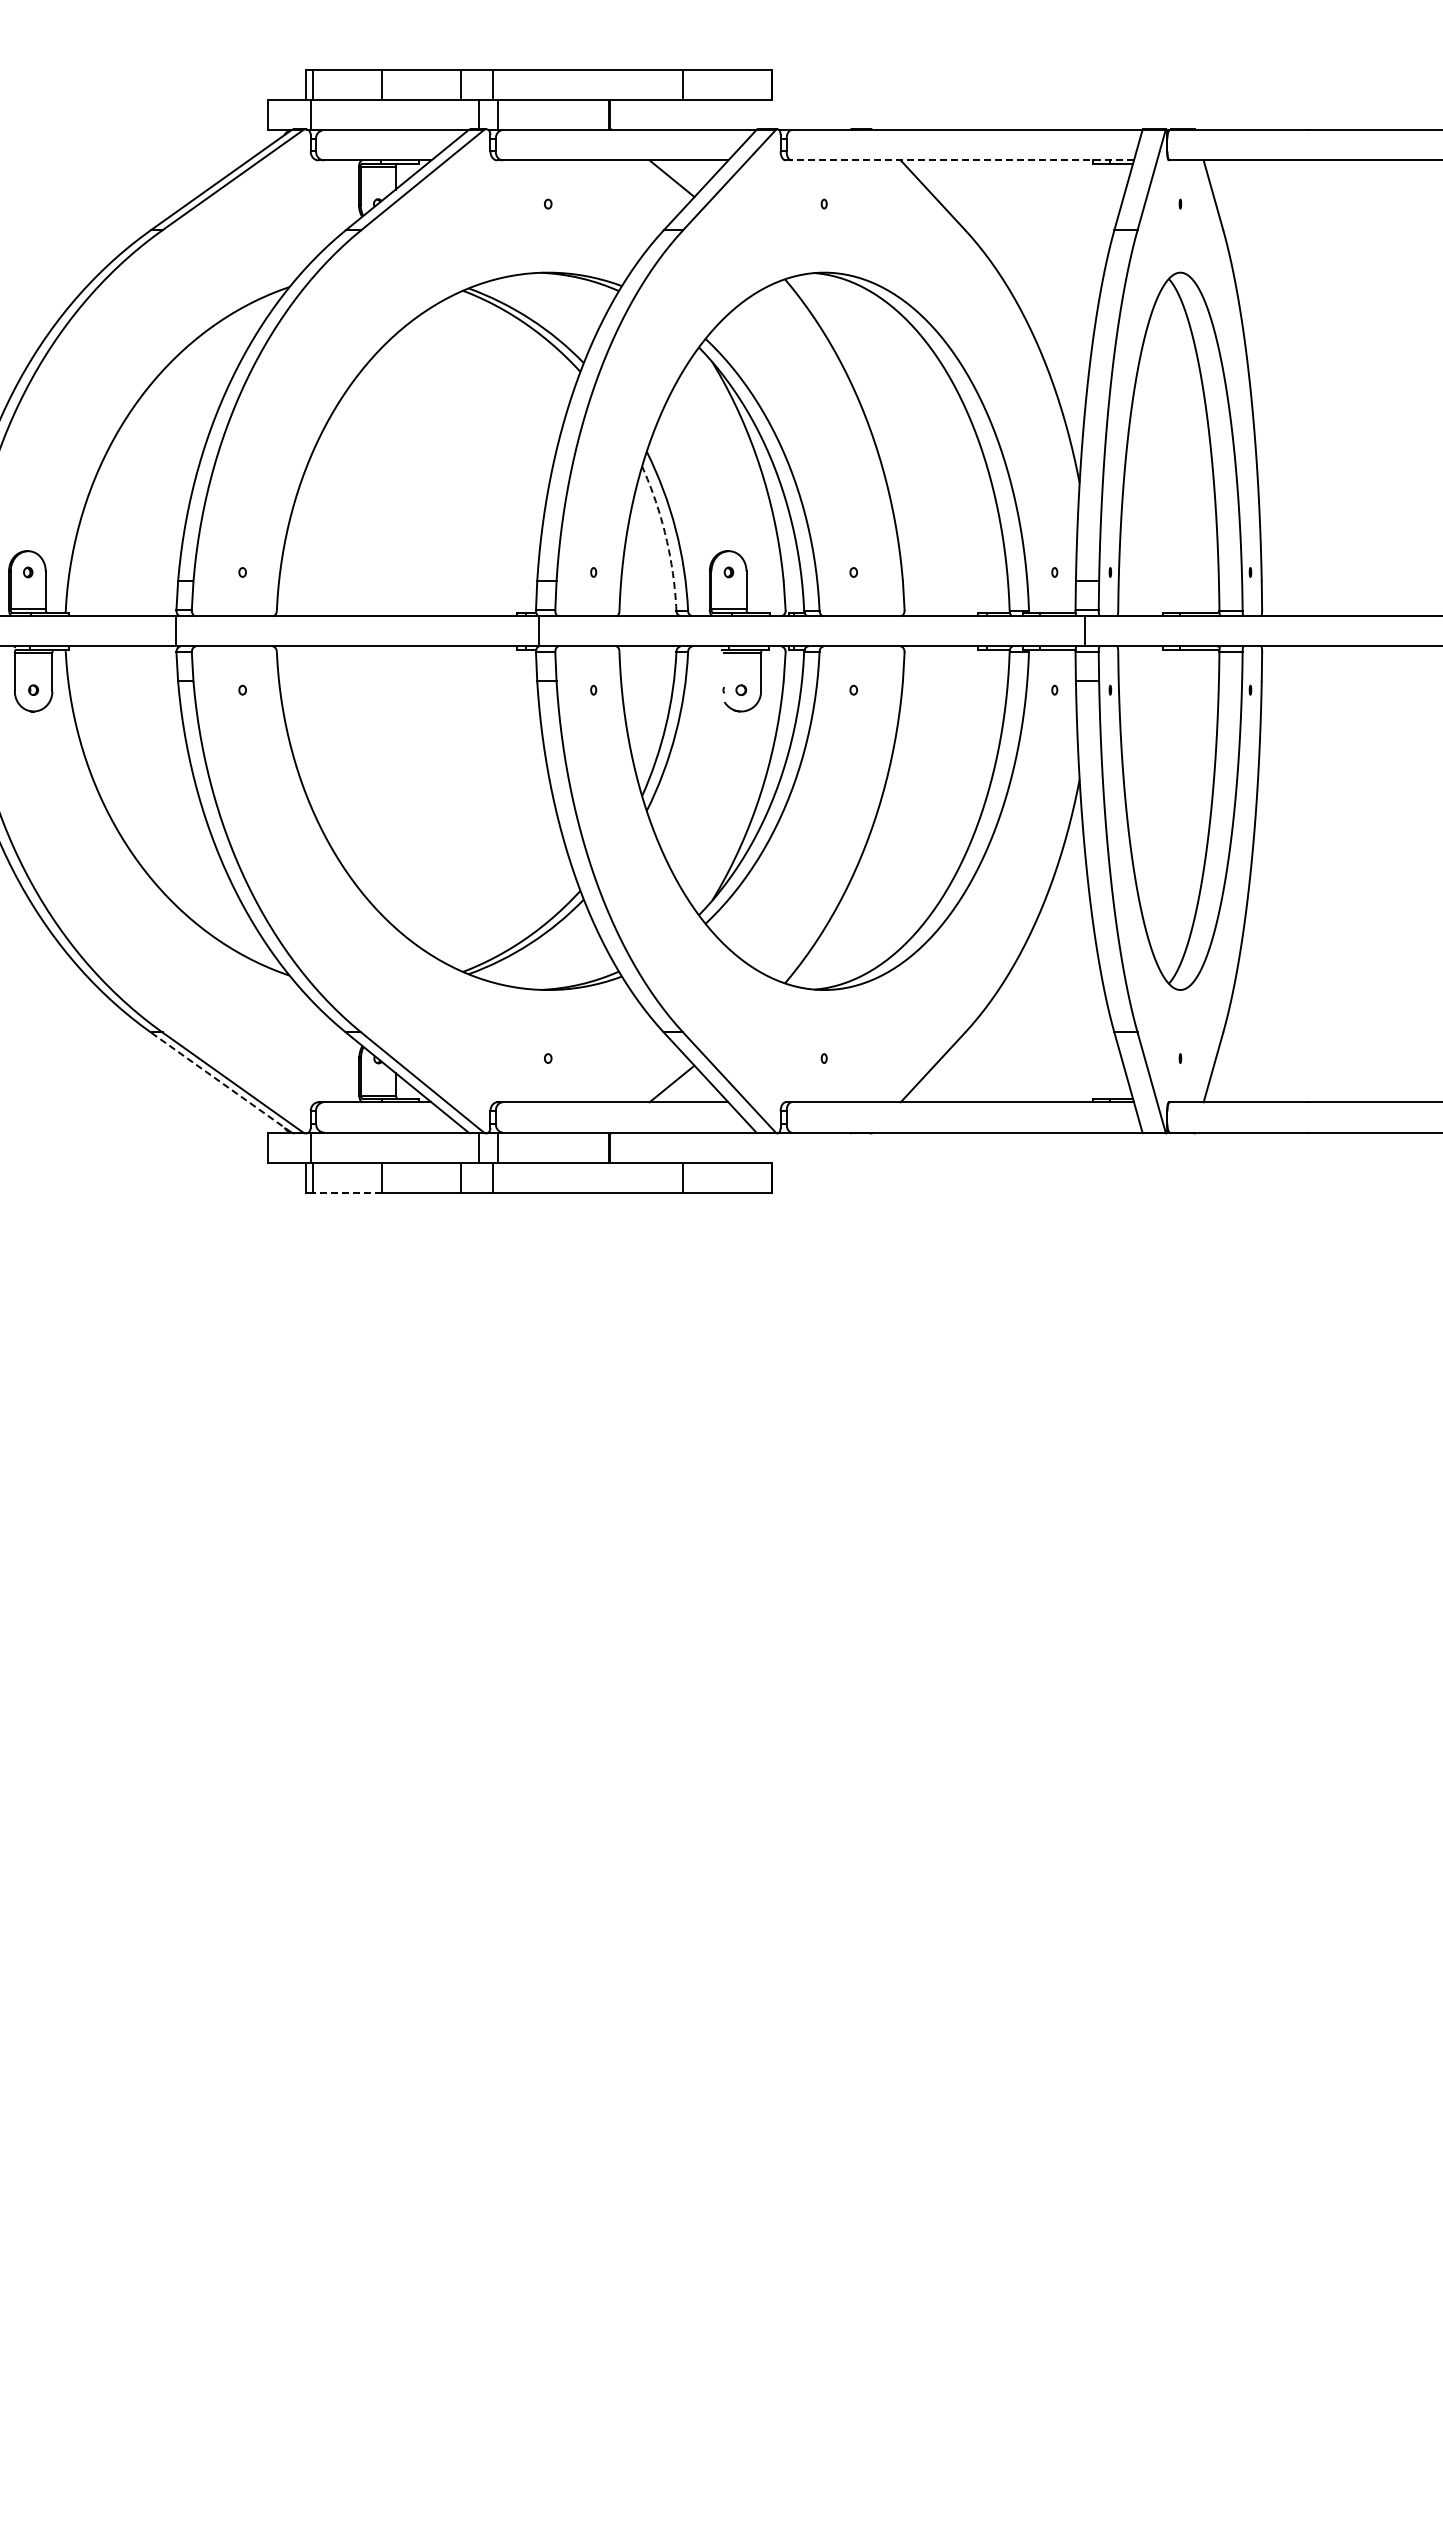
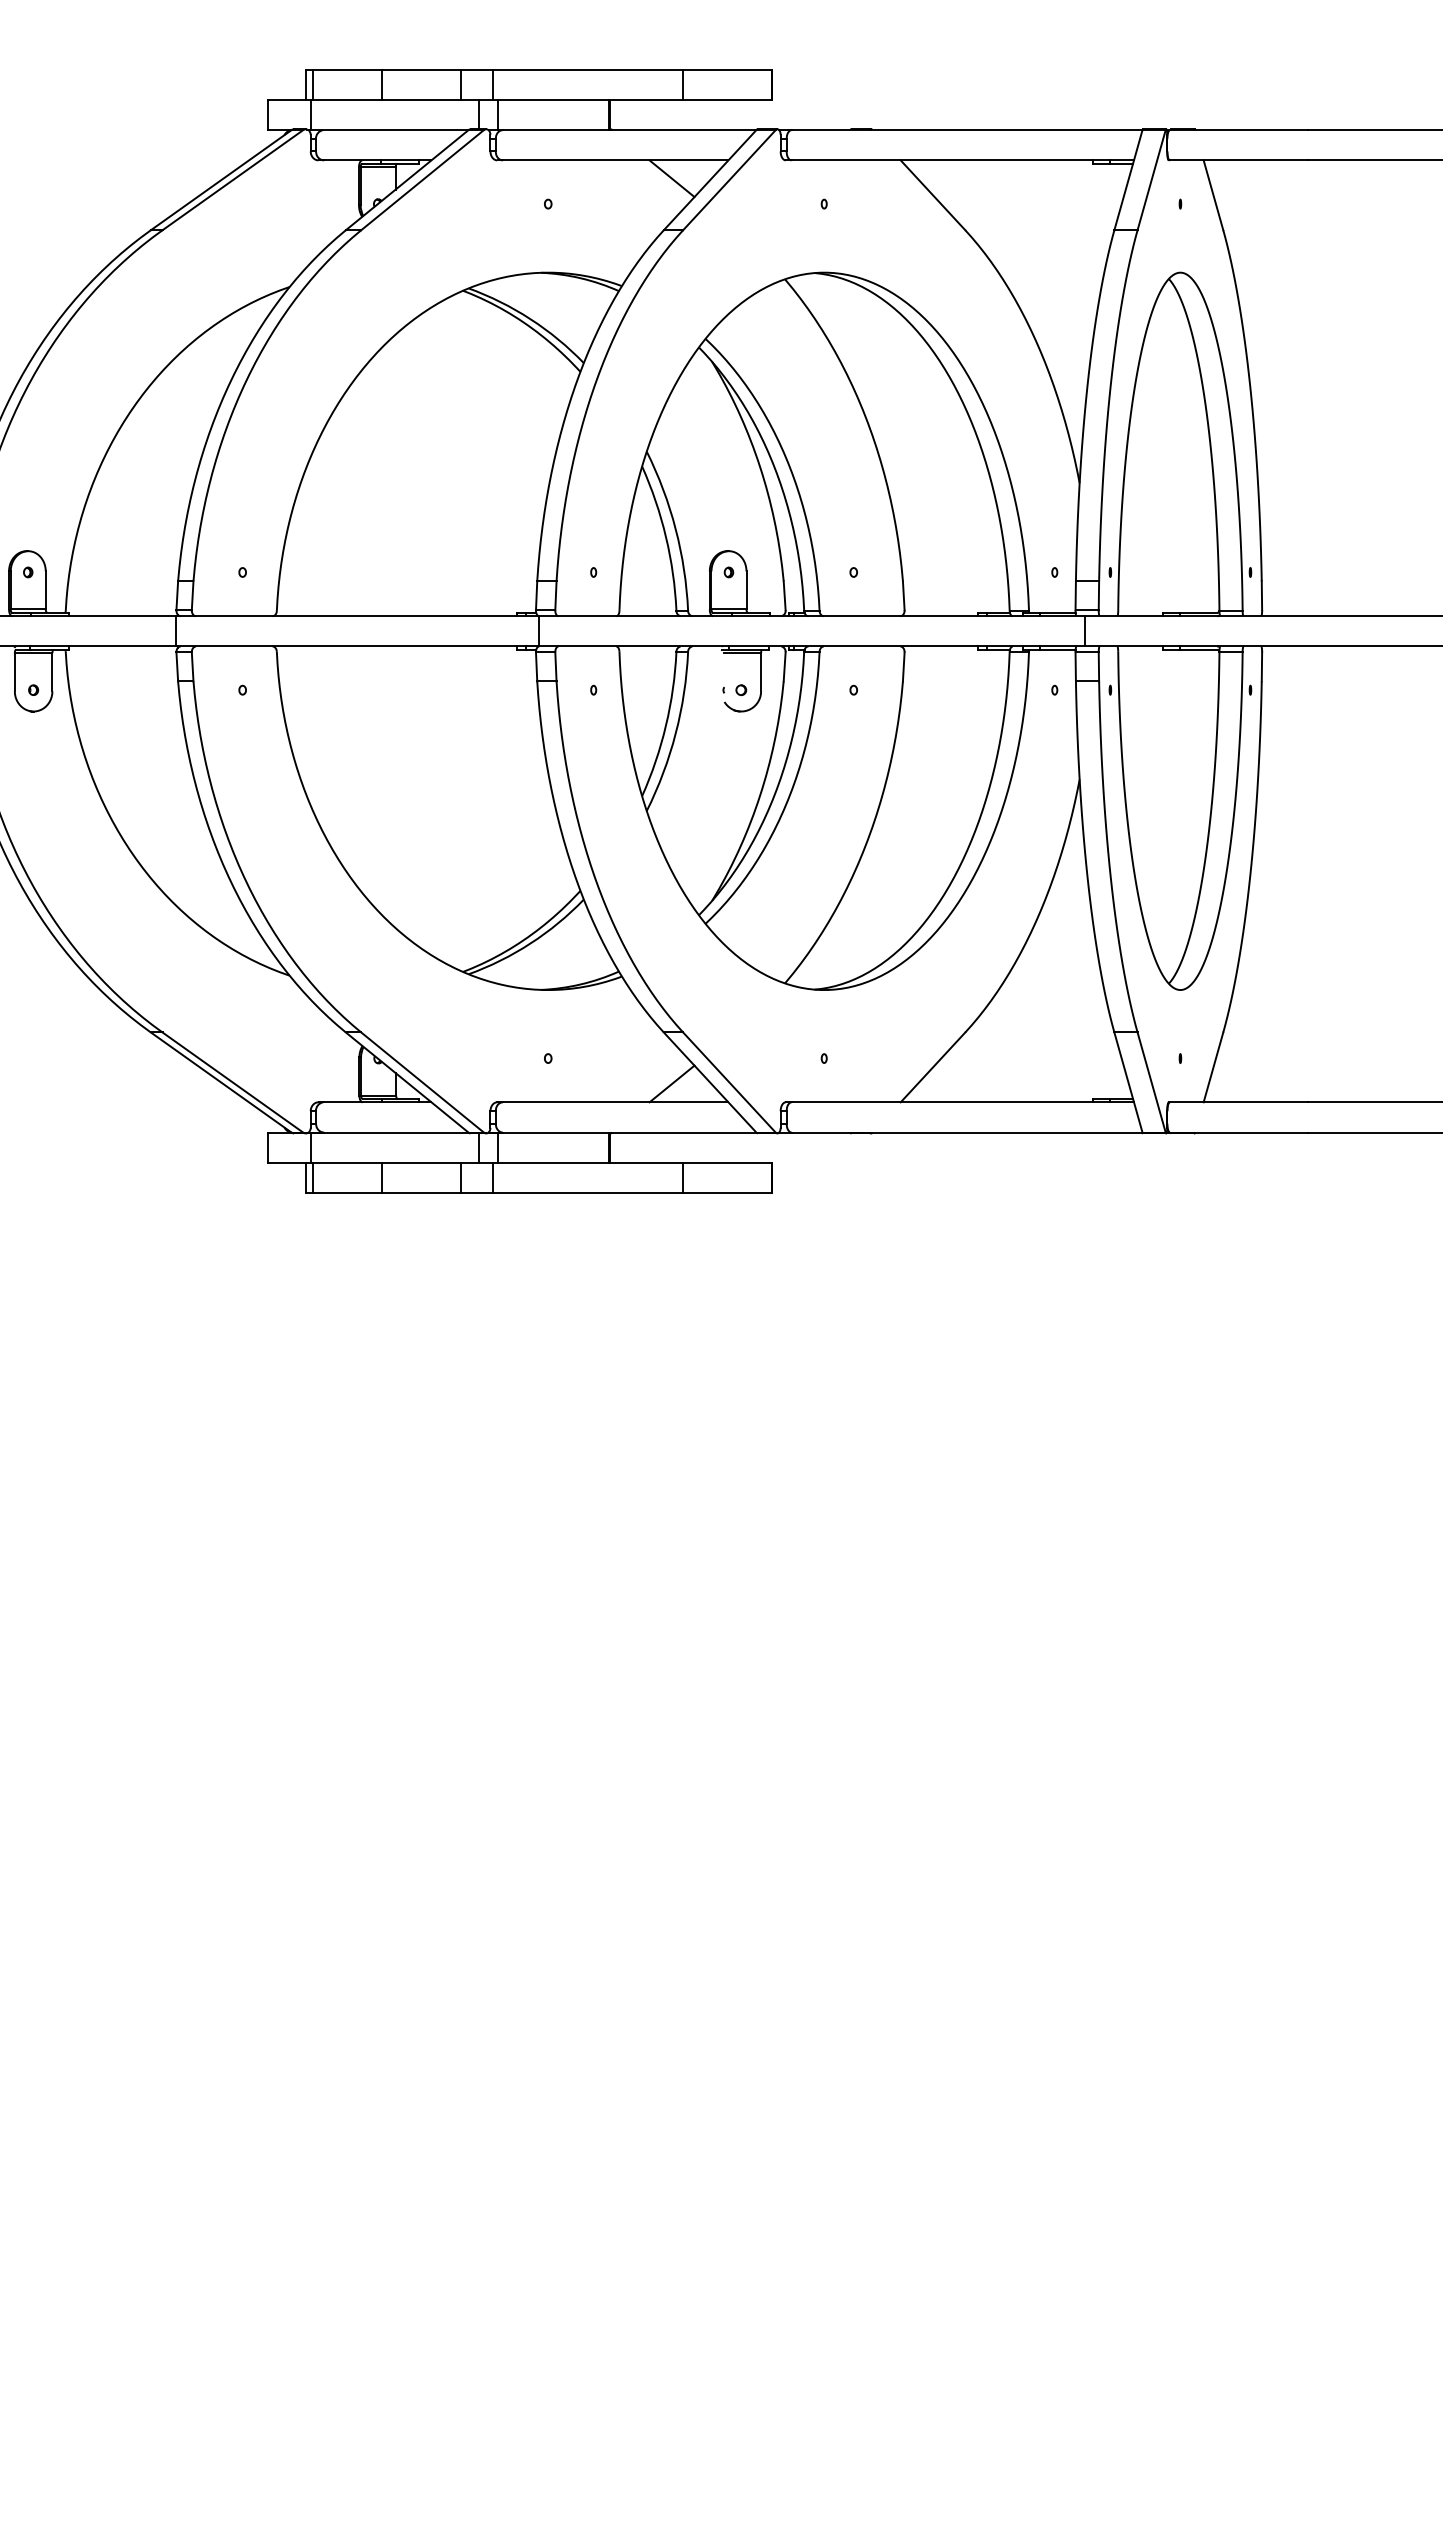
line at (962, 160): dashed -> solid
arc at (666, 537): dashed -> solid
line at (220, 1082): dashed -> solid
line at (347, 1193): dashed -> solid
